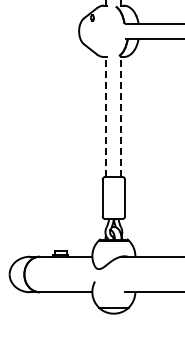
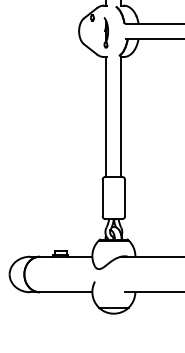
part at (105, 32): none -> present
line at (121, 116): dashed -> solid
line at (106, 117): dashed -> solid
